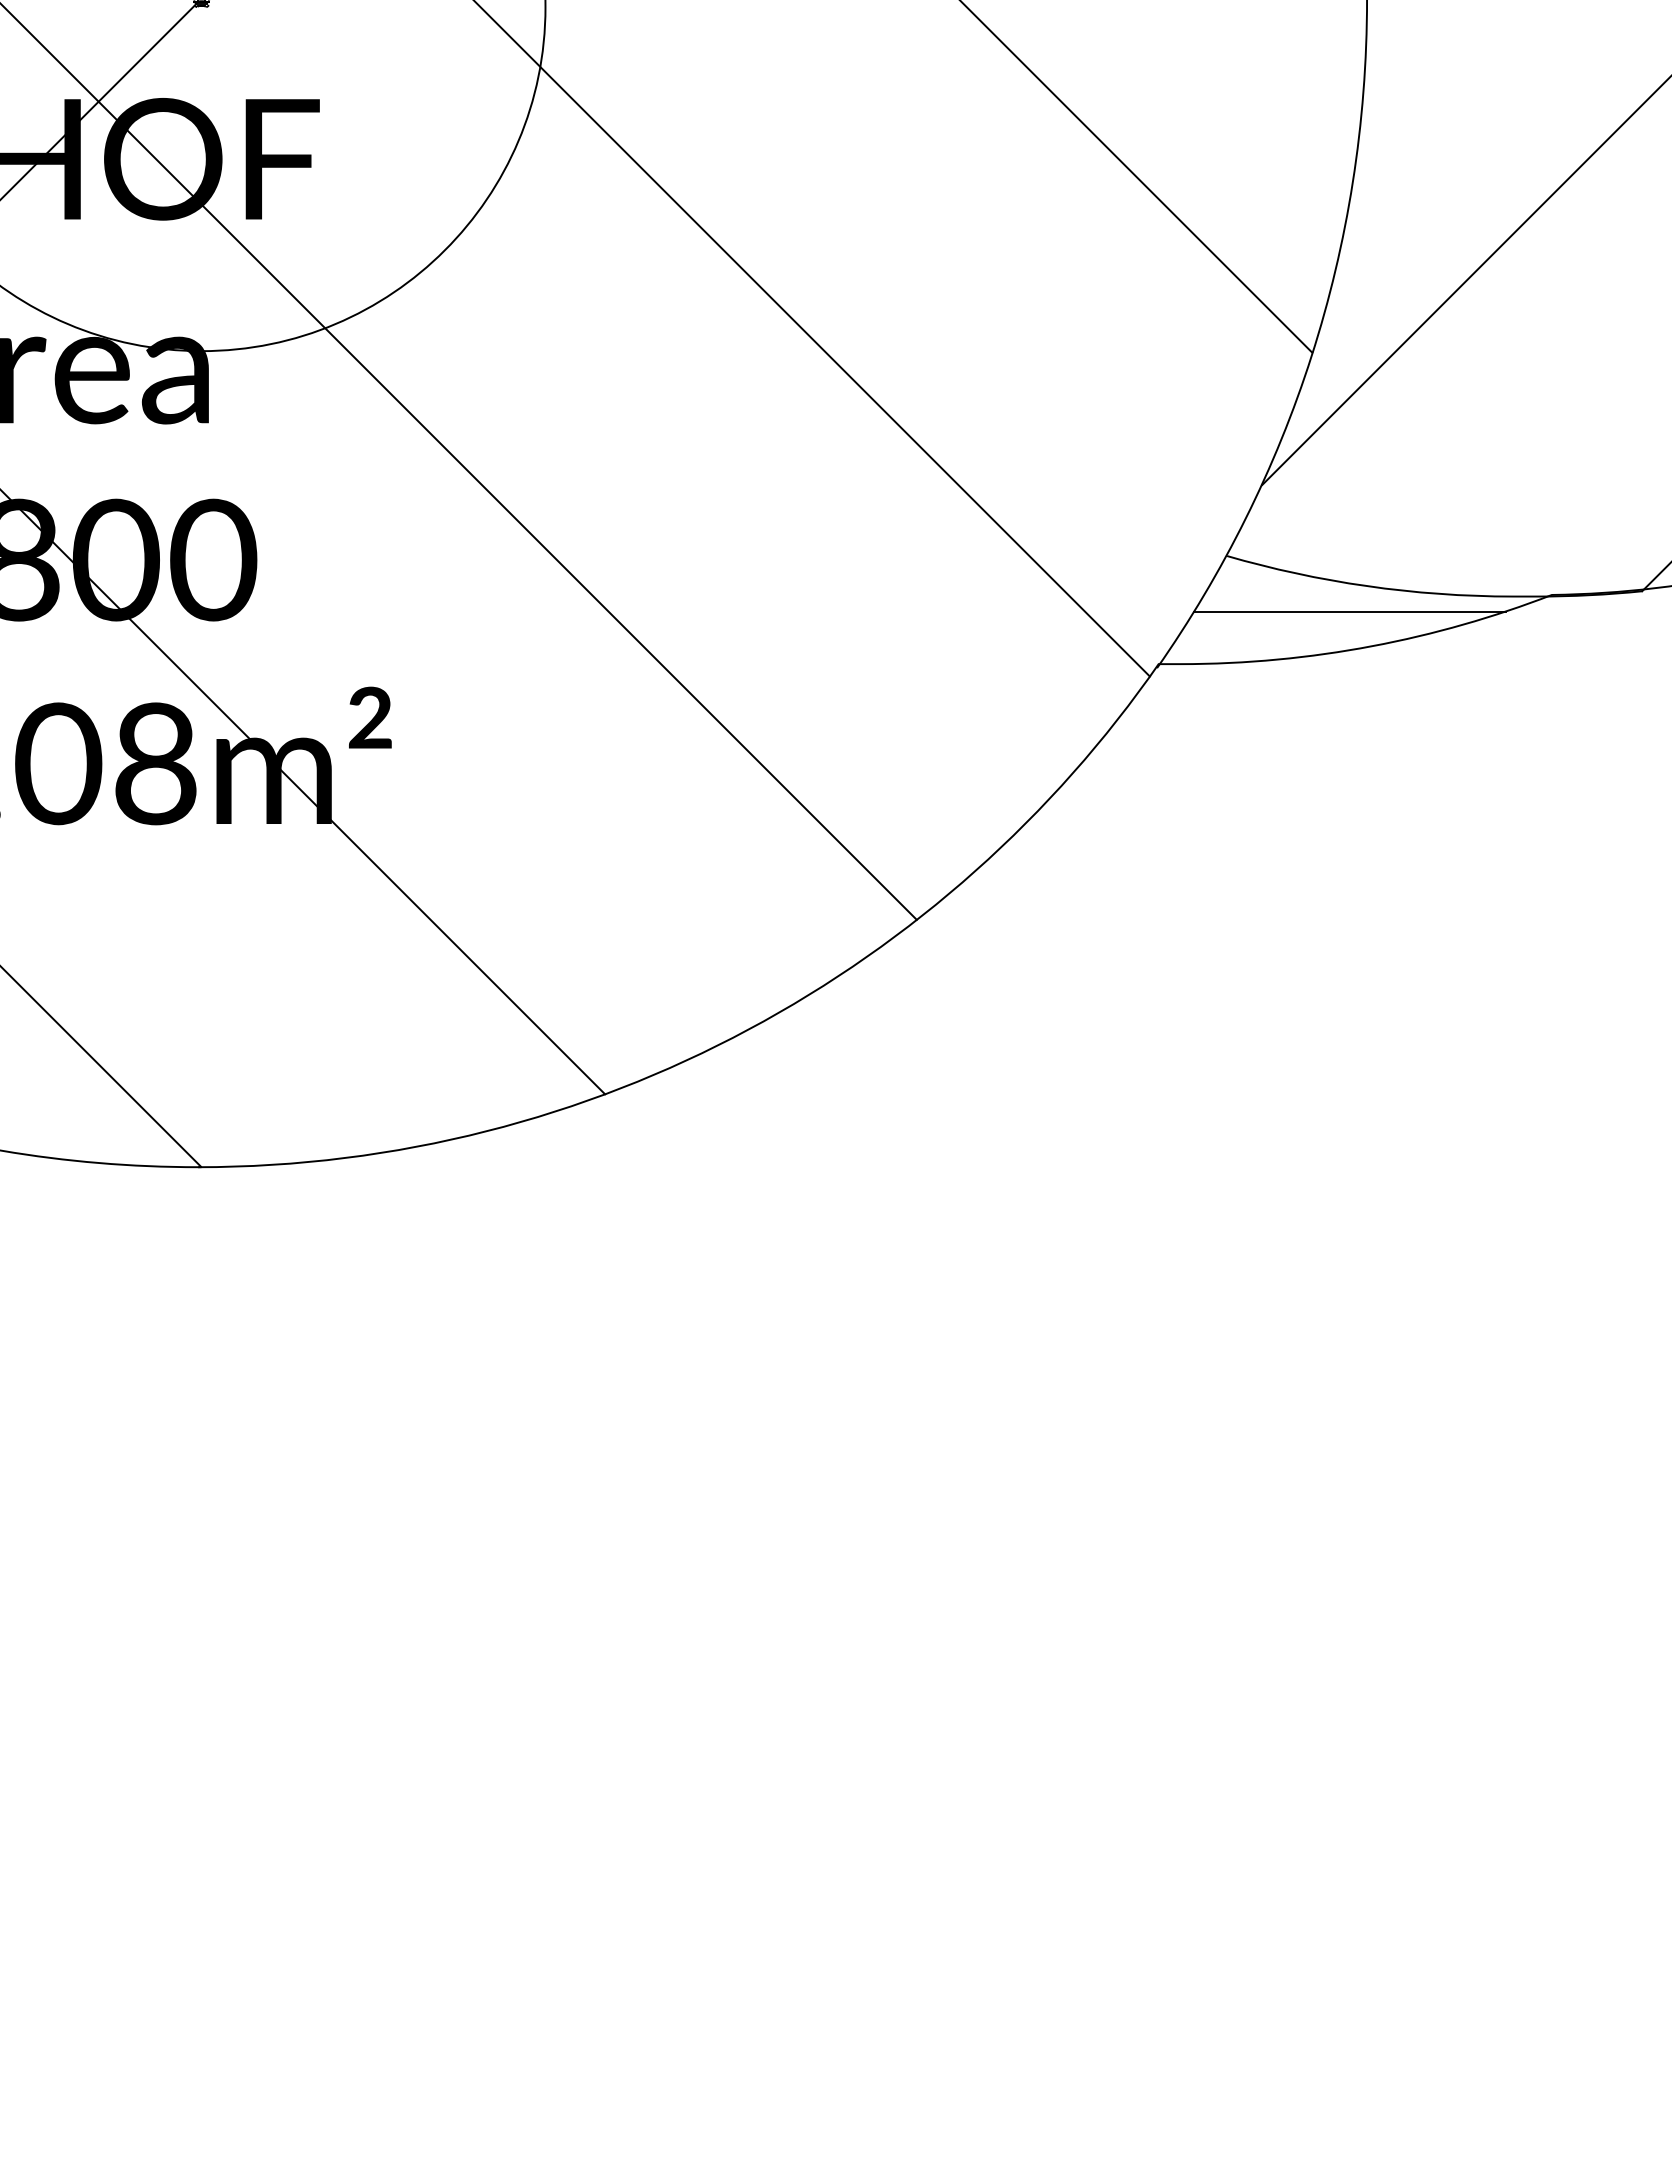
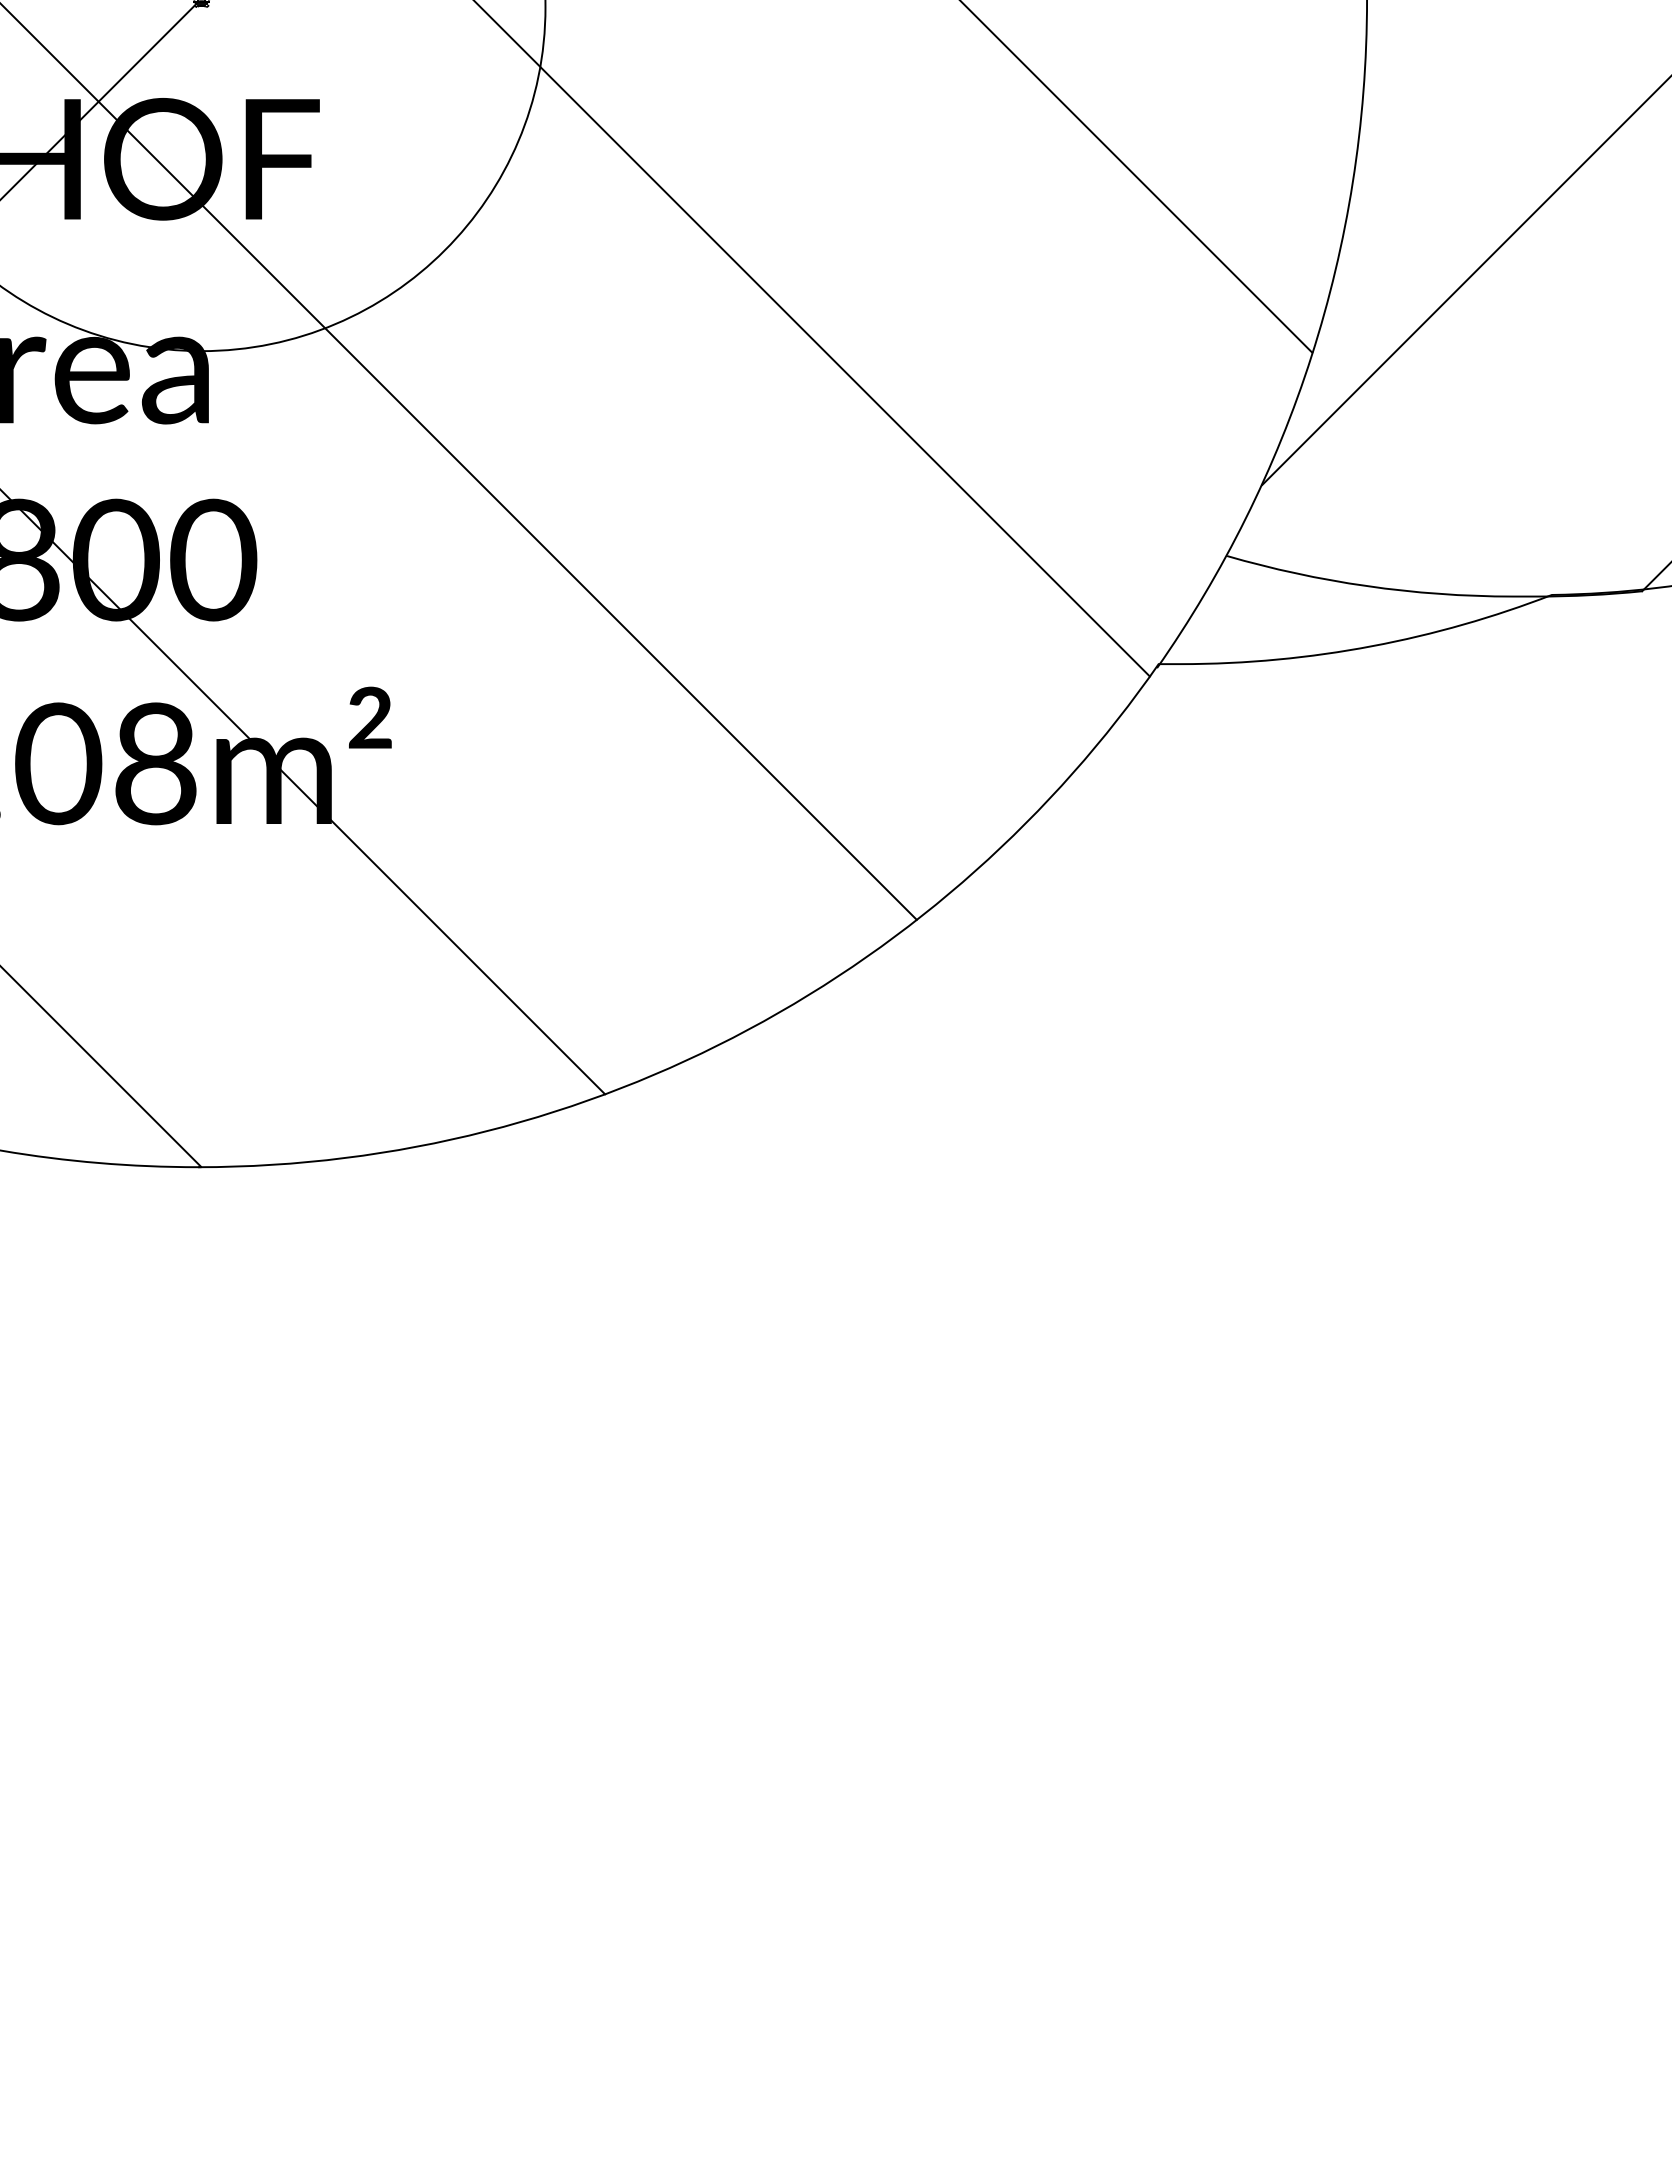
line at (1349, 611): present -> none
